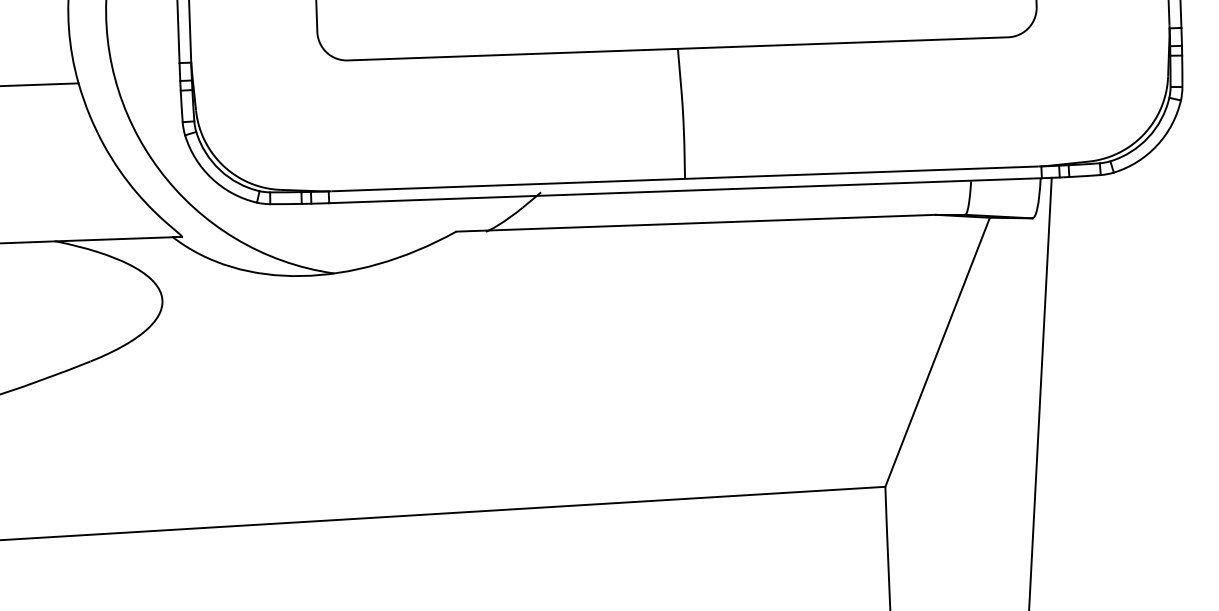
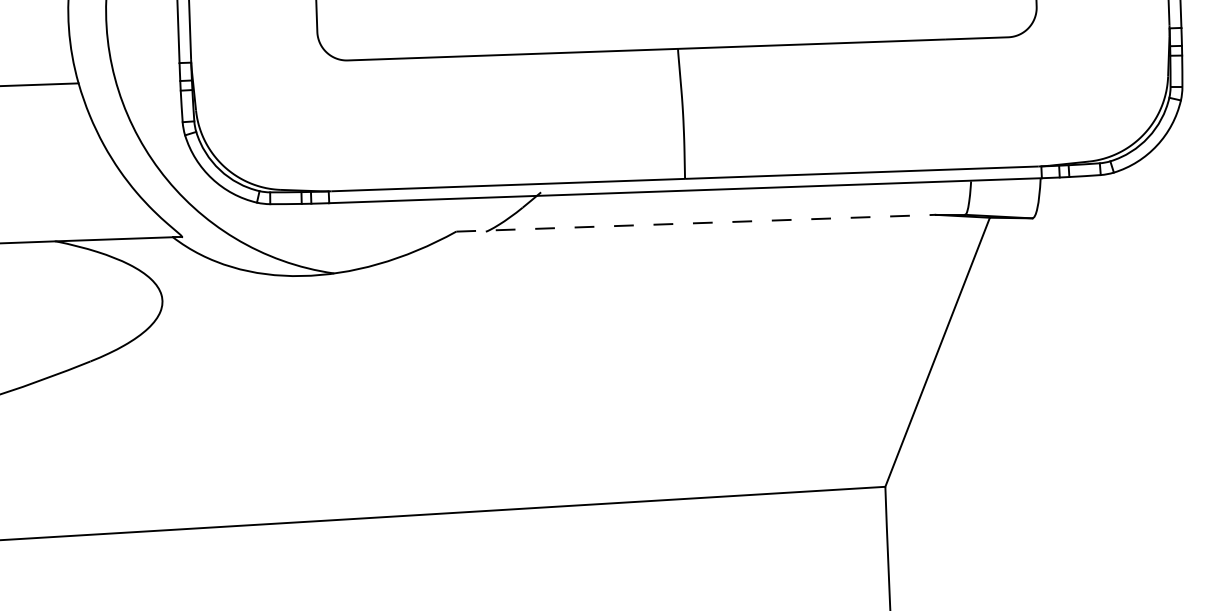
line at (696, 223): solid -> dashed
line at (1040, 392): present -> none
